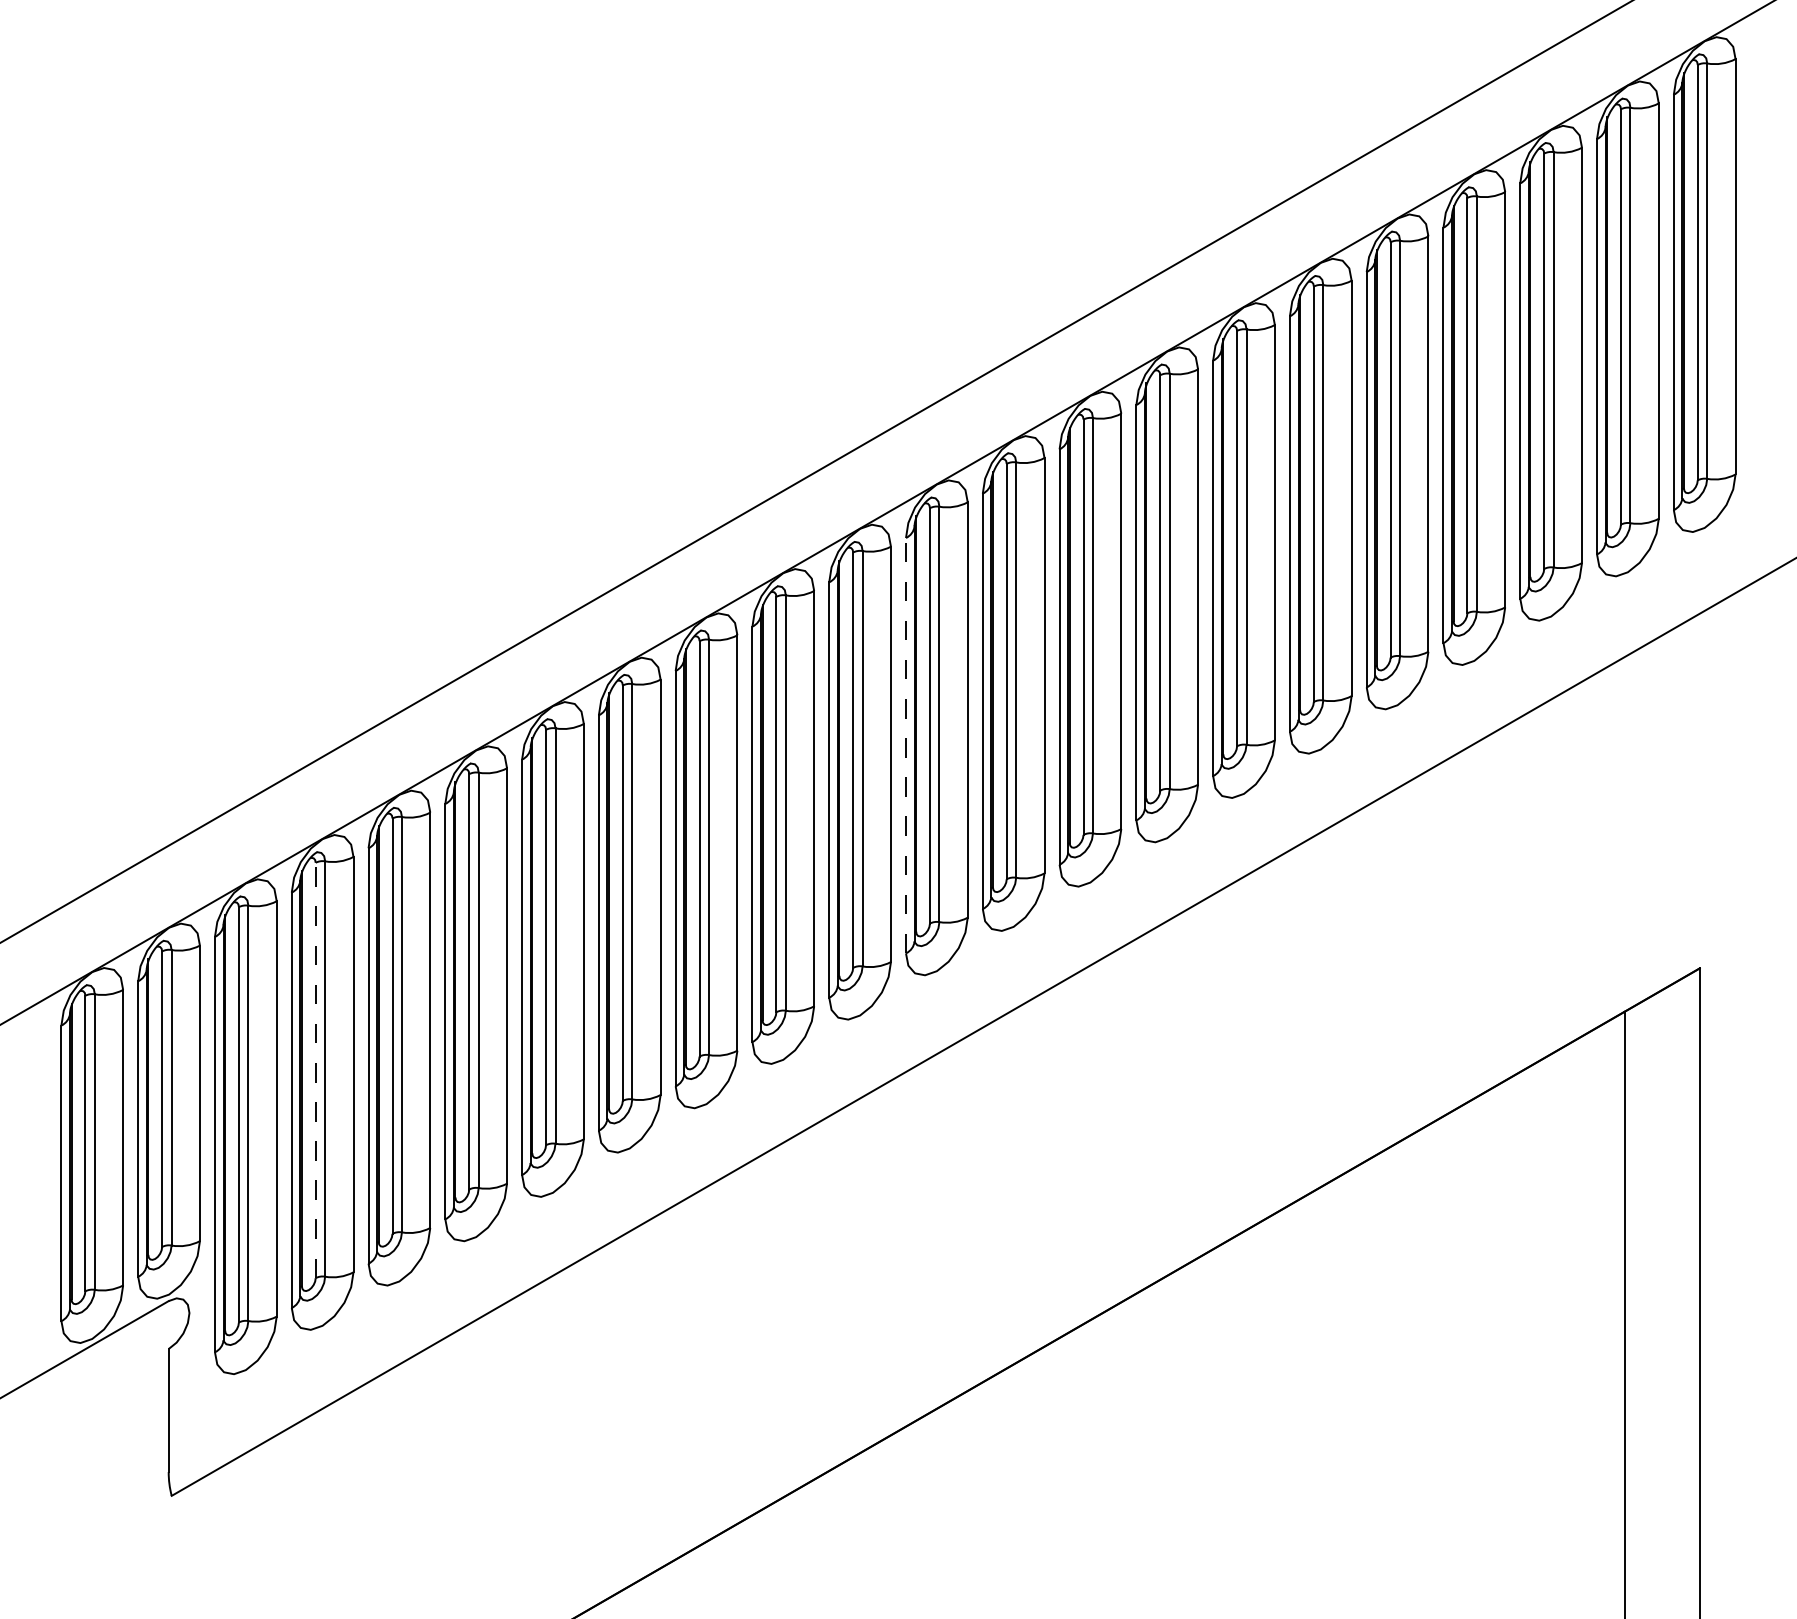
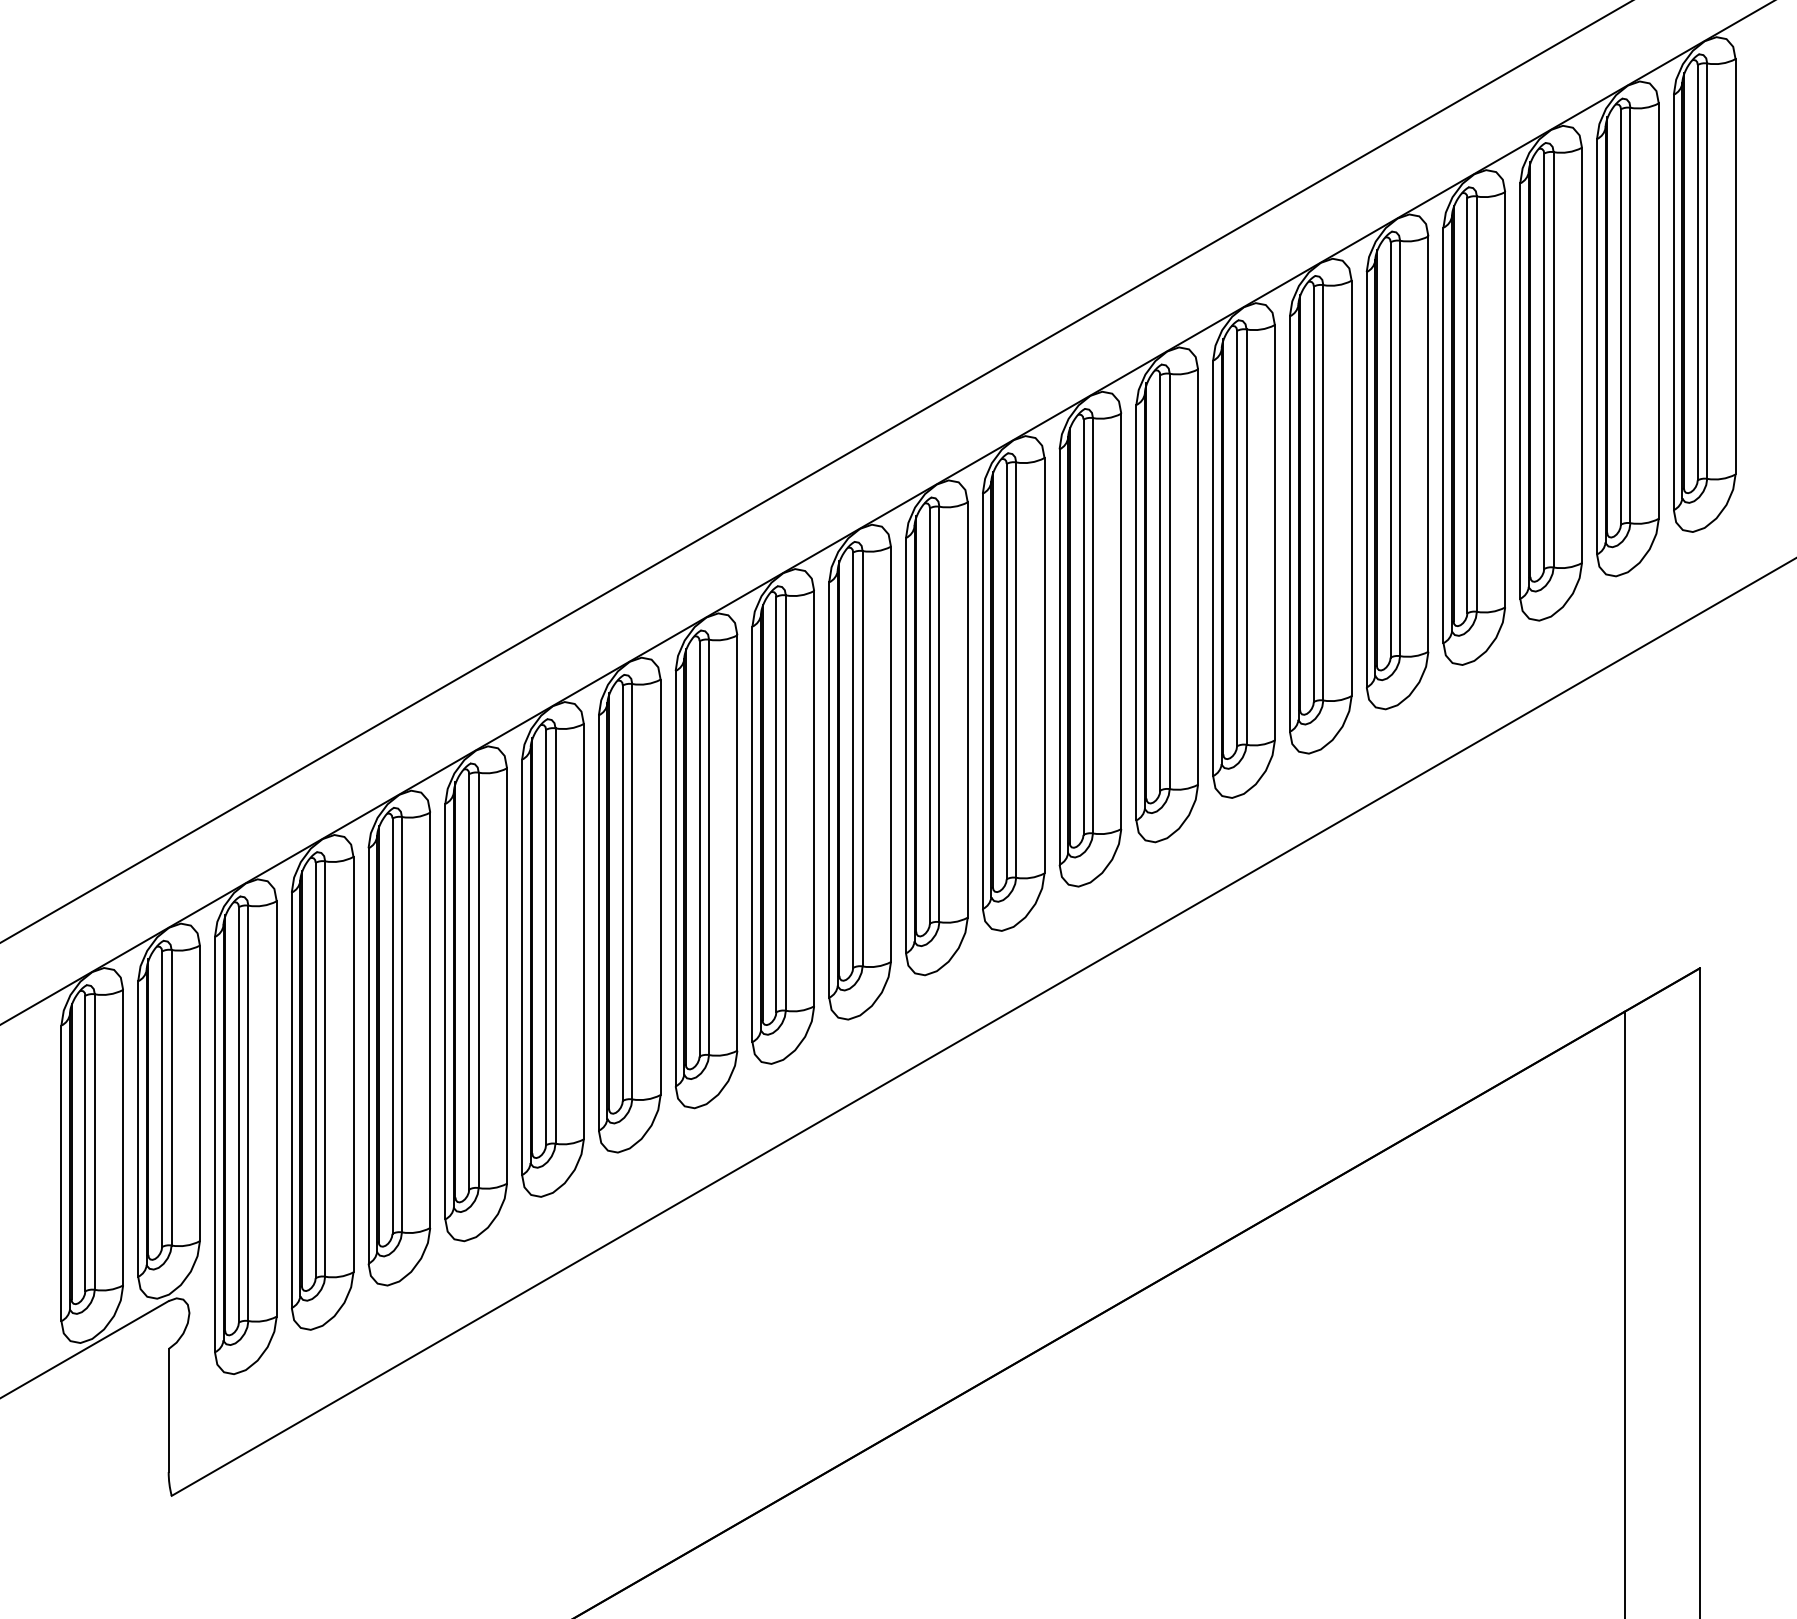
line at (906, 745): dashed -> solid
line at (315, 1070): dashed -> solid
